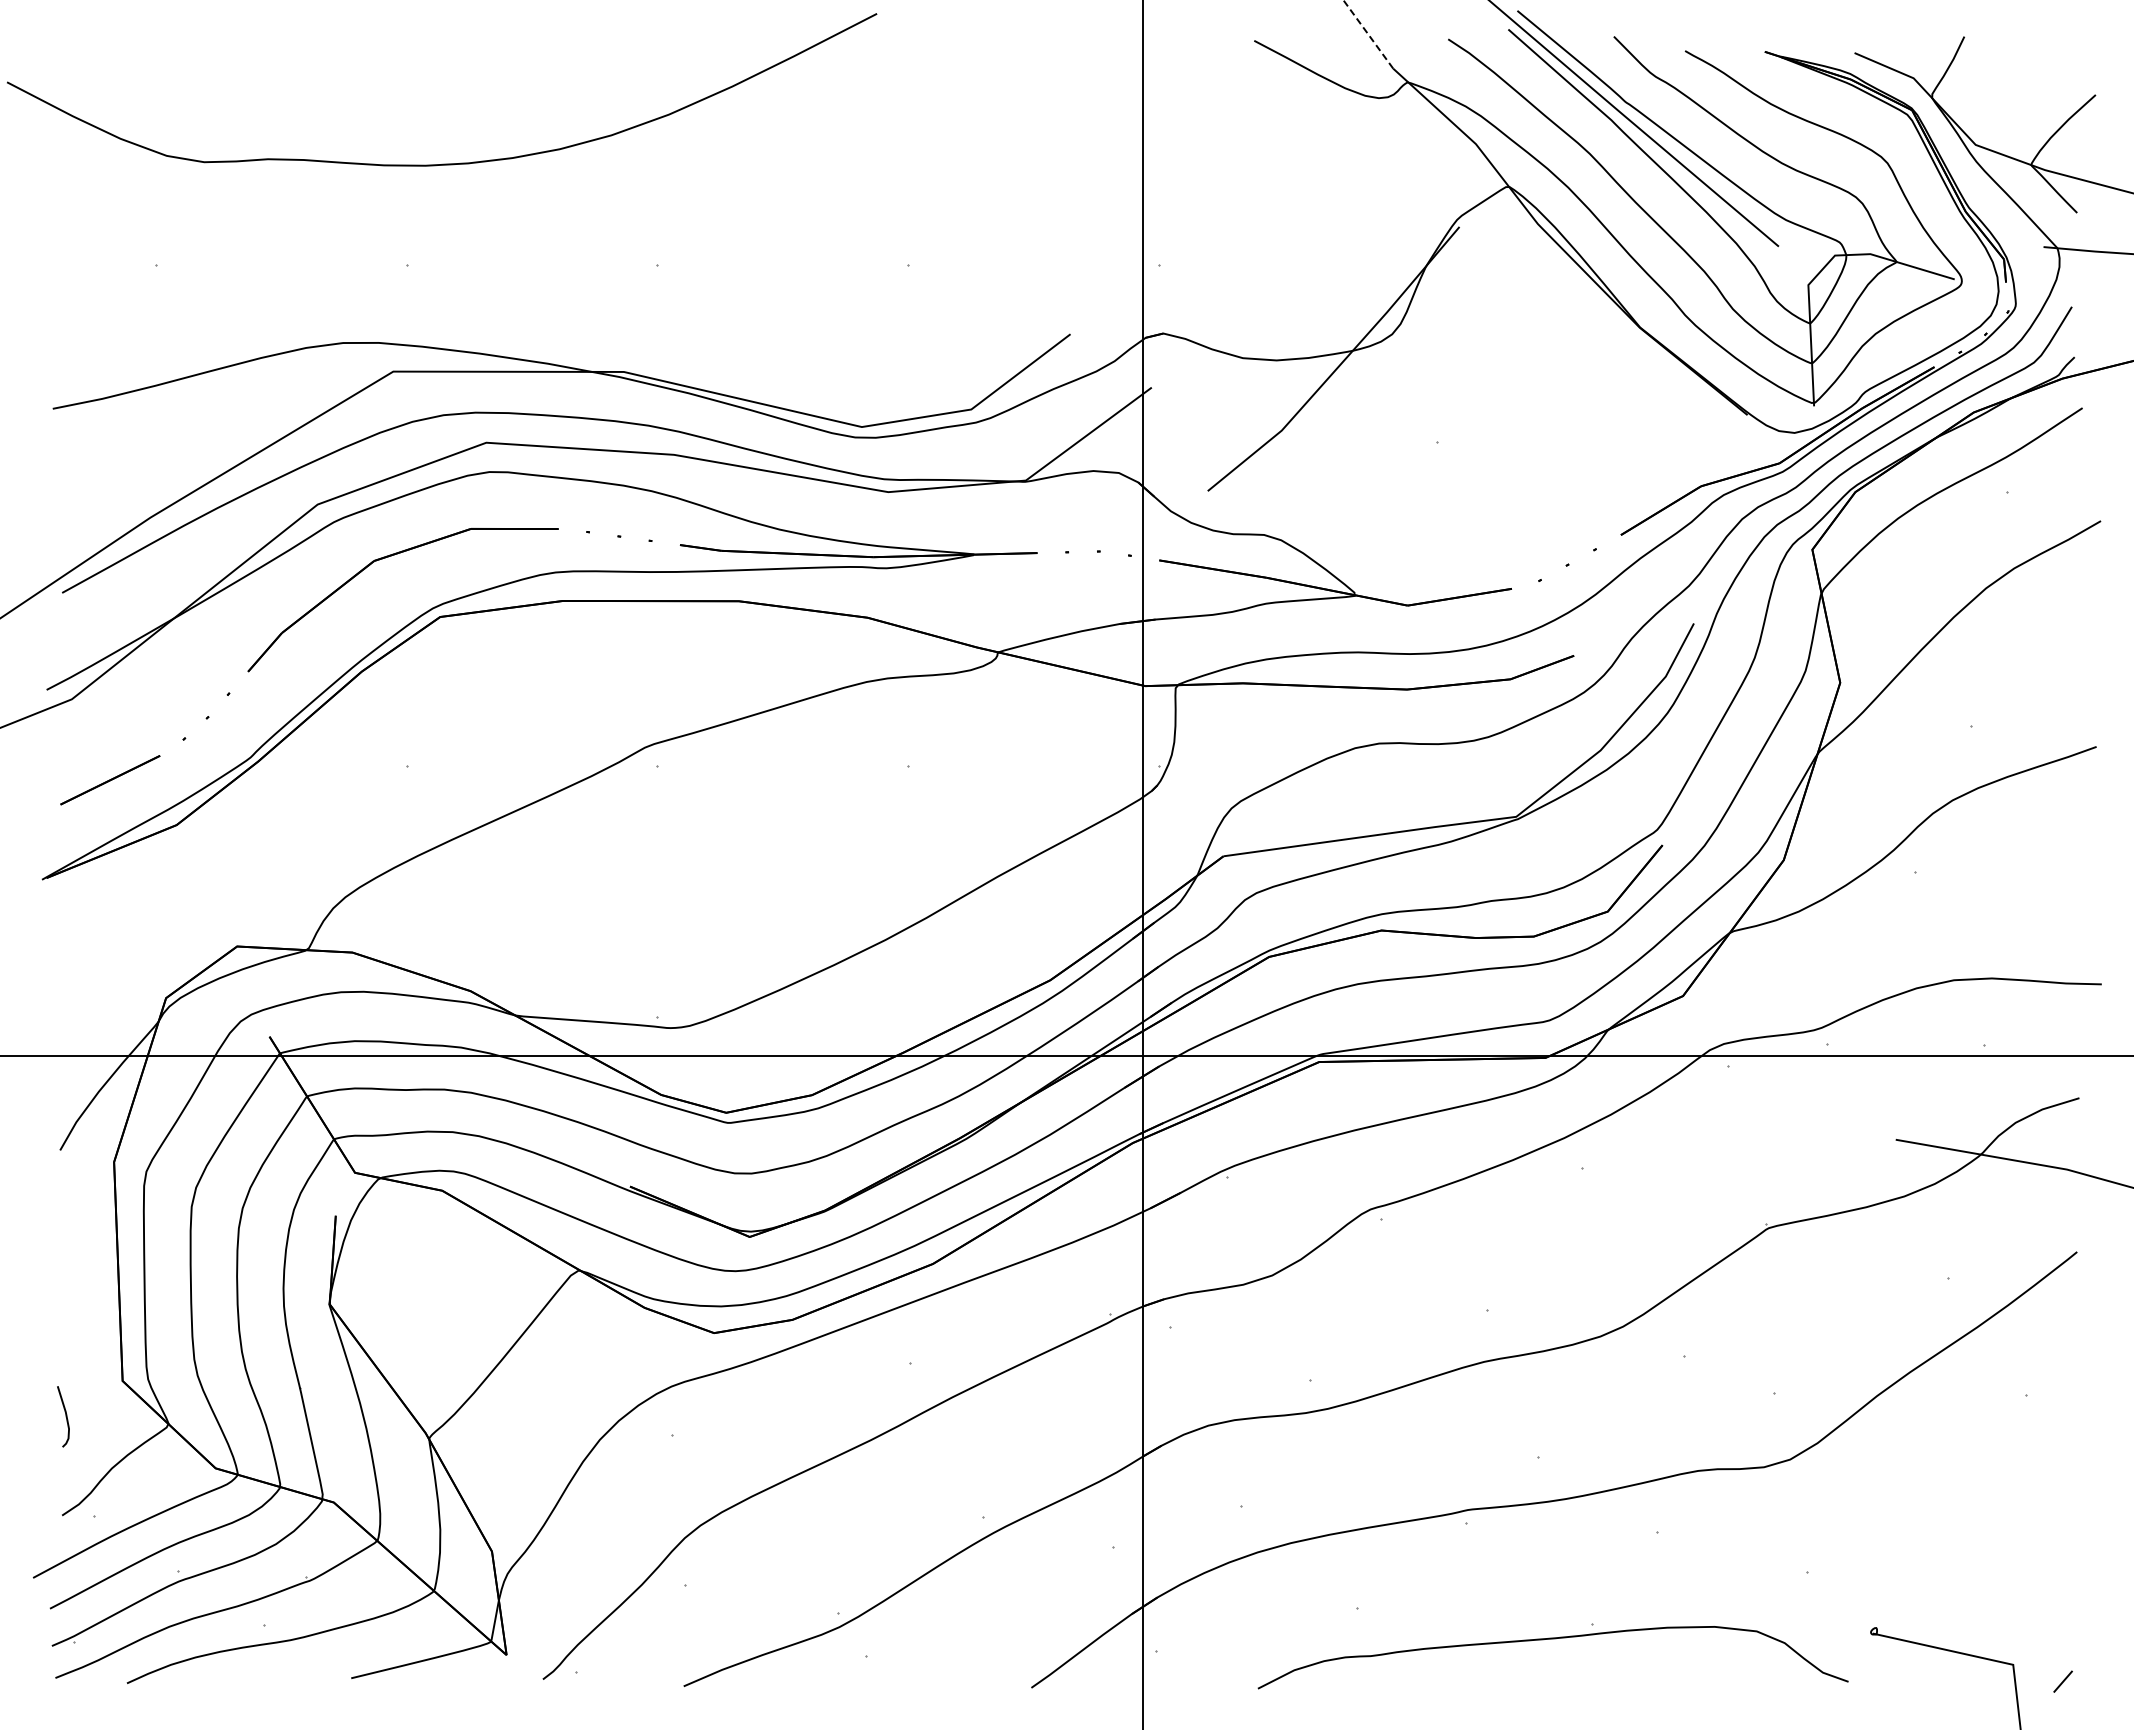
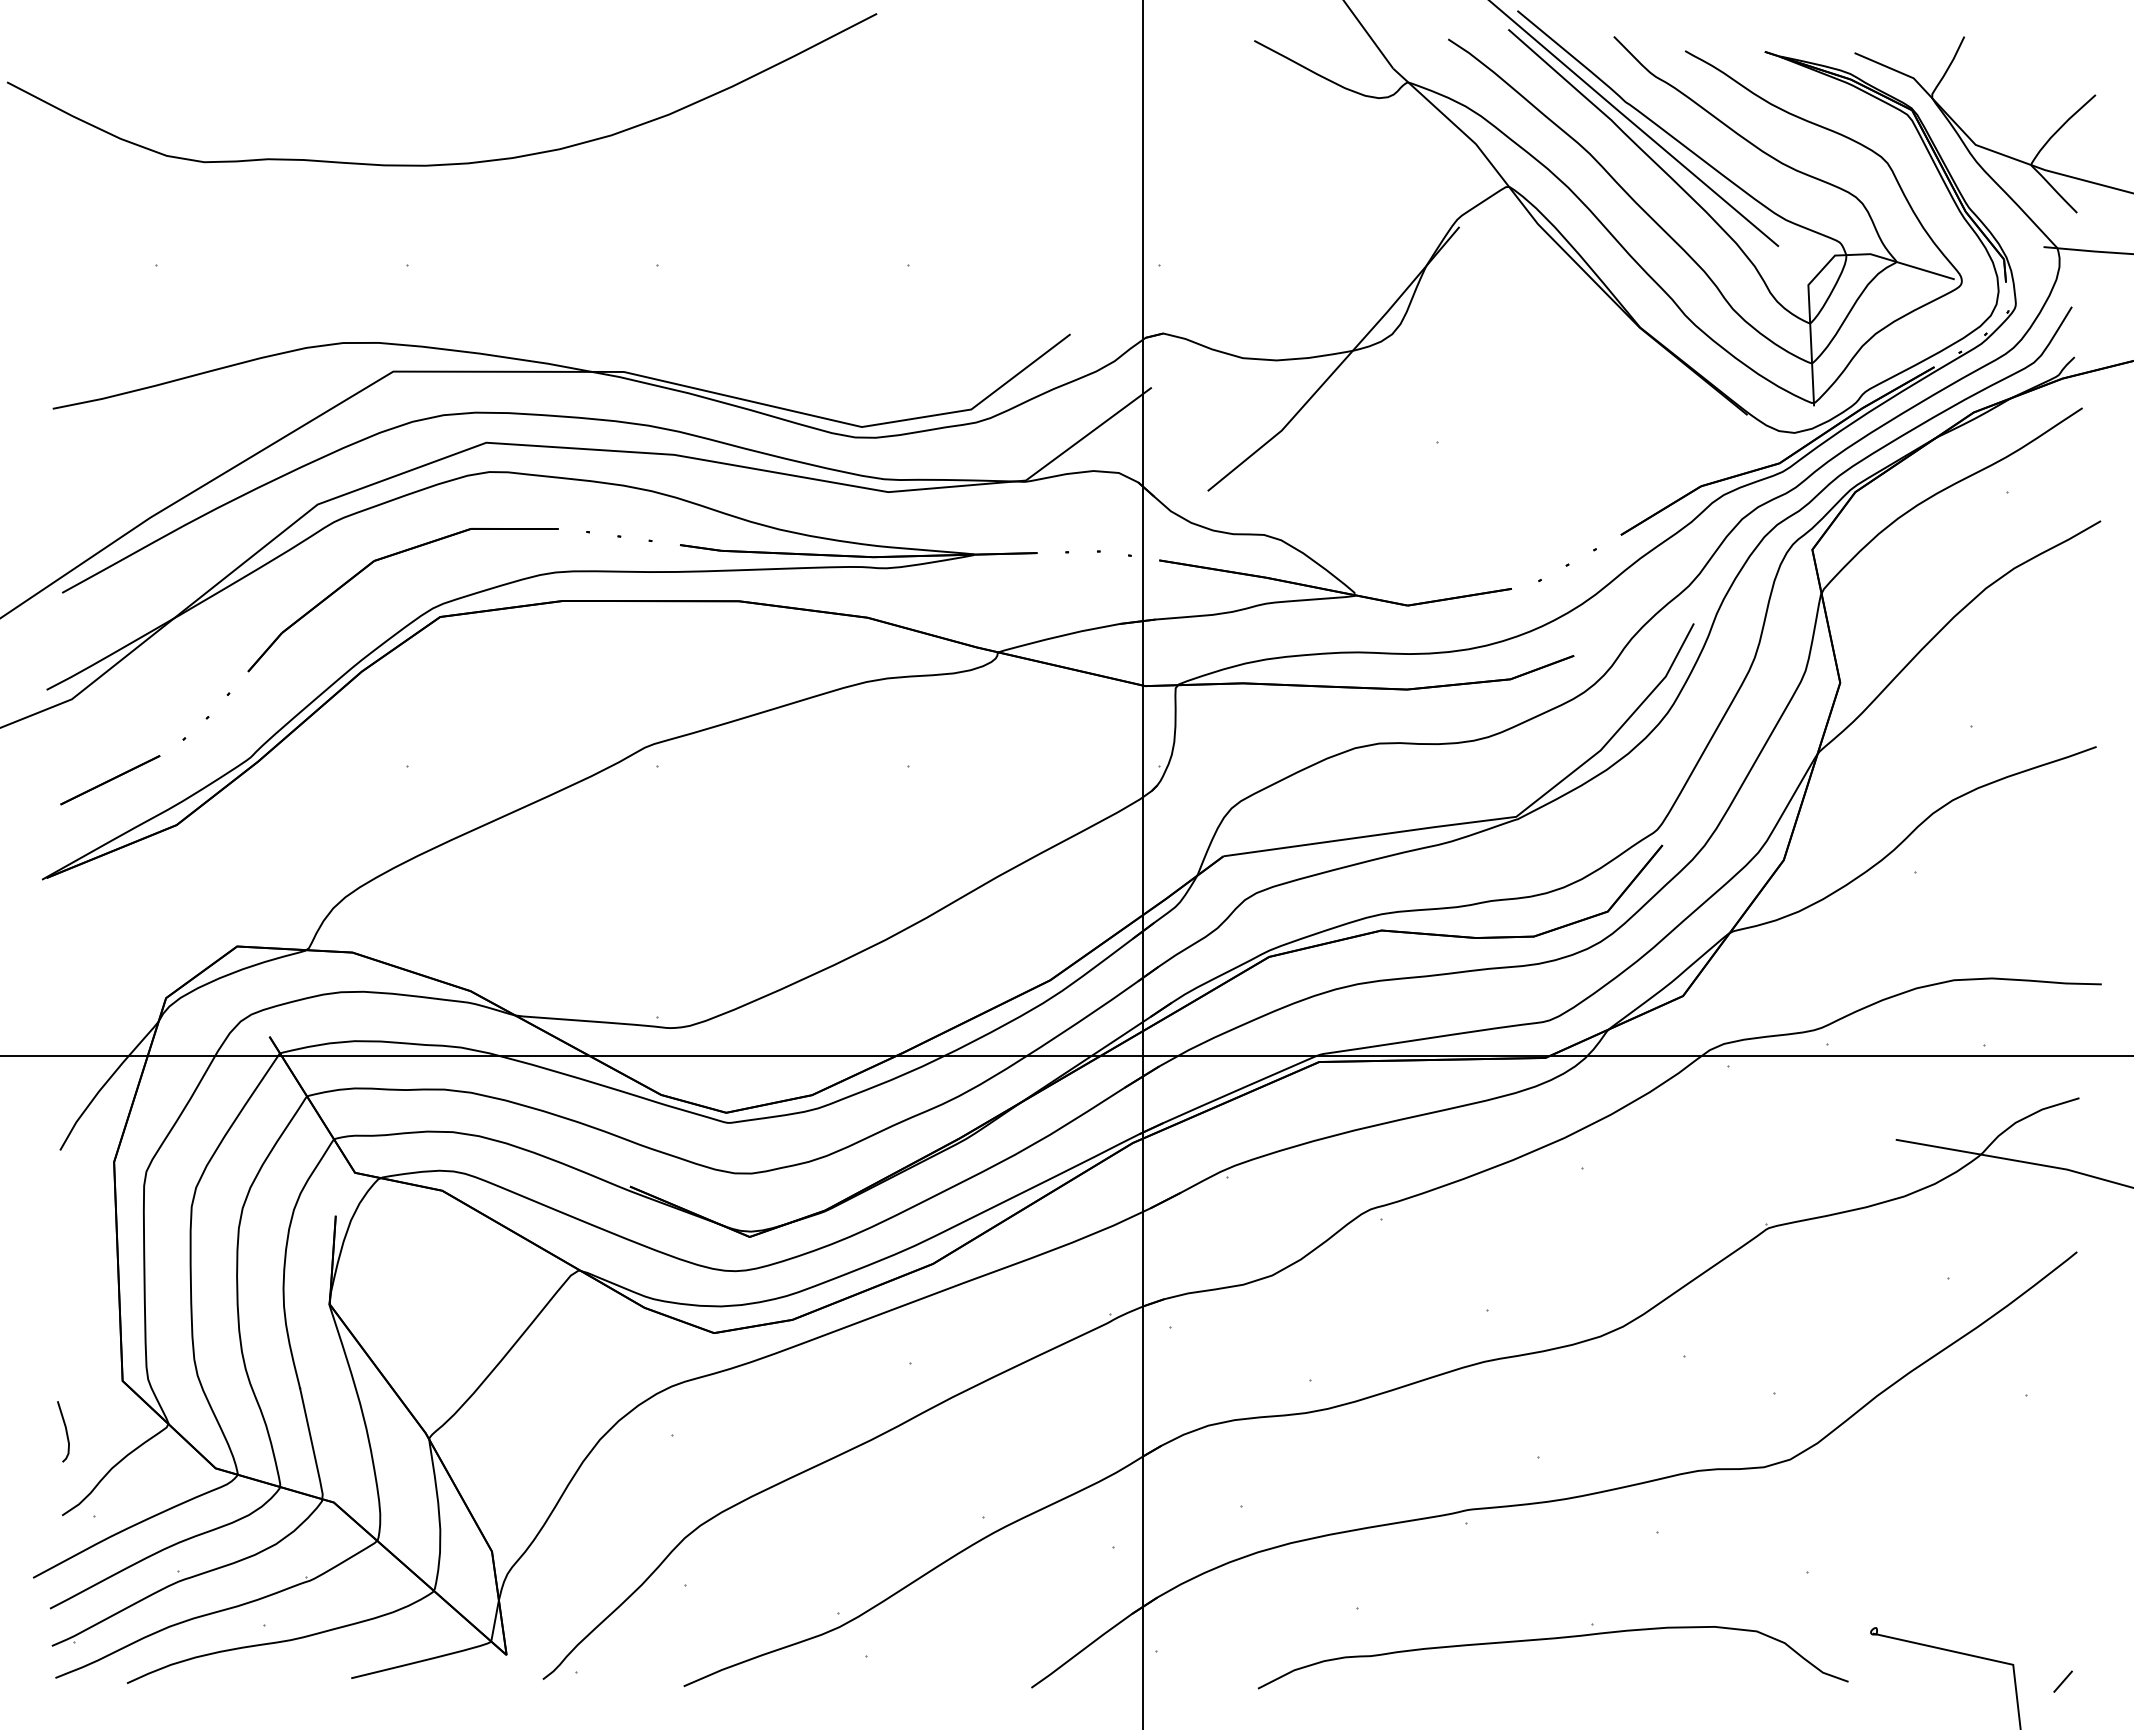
line at (1368, 34): dashed -> solid
curve at (65, 1416) position: (65, 1416) -> (65, 1431)
